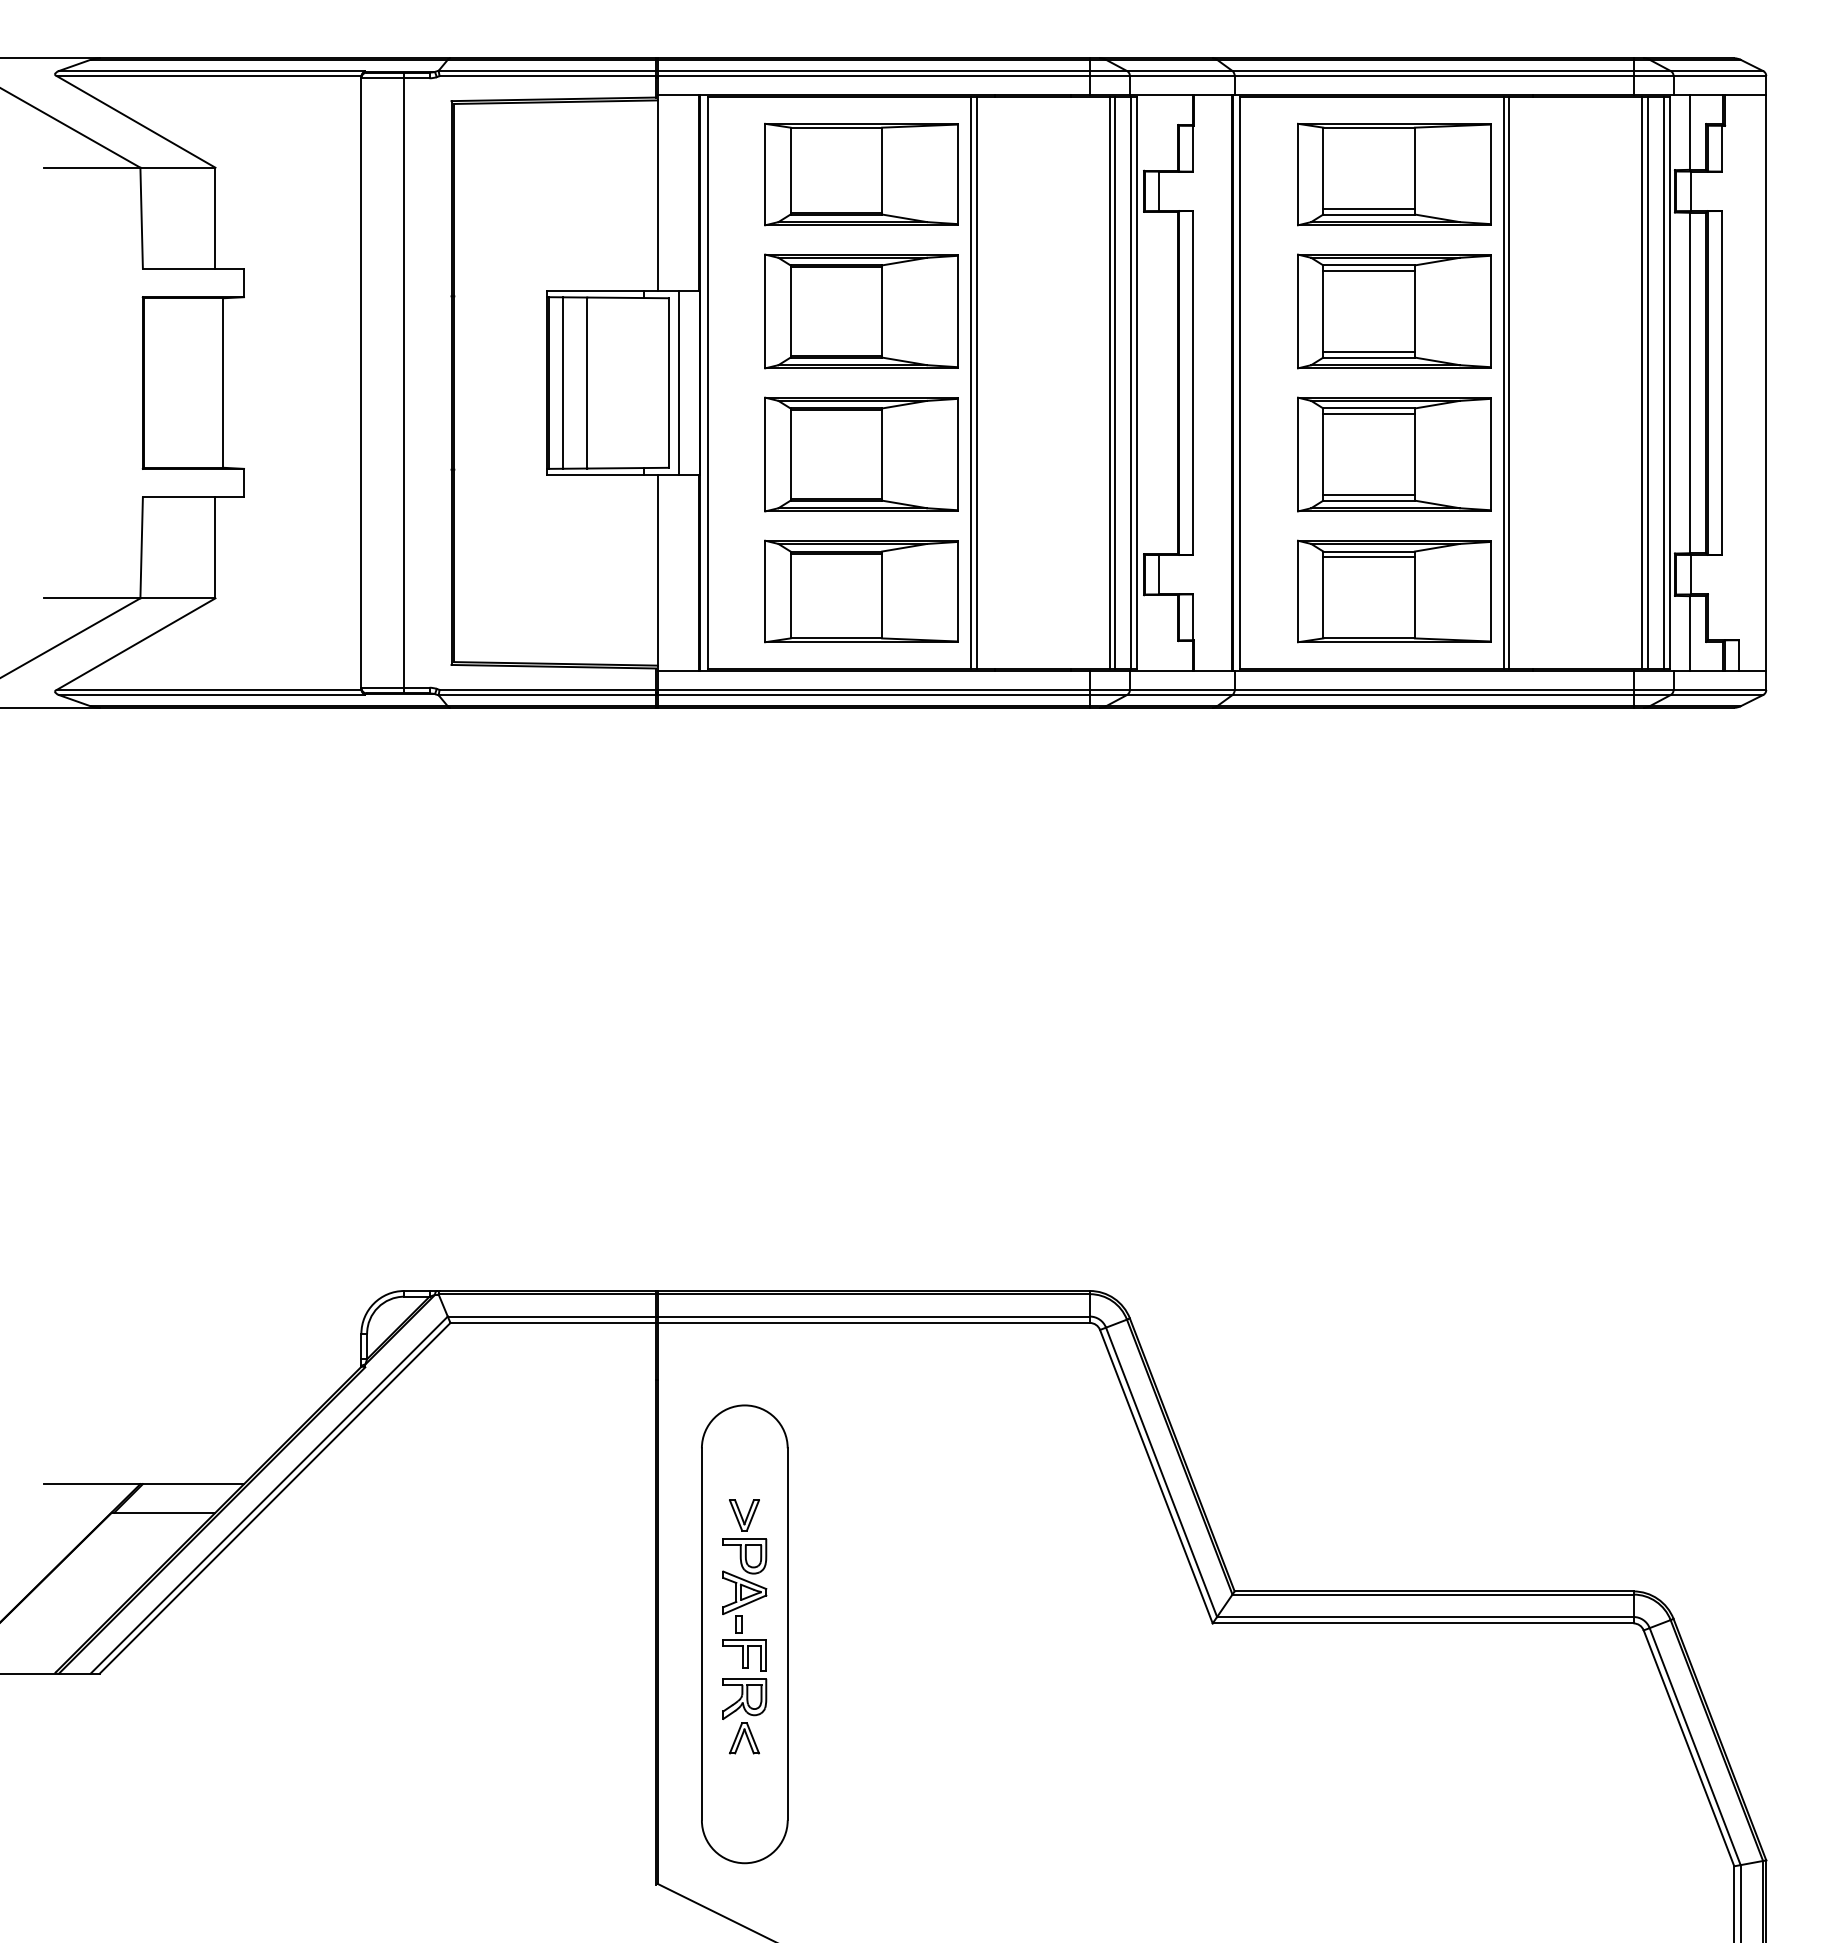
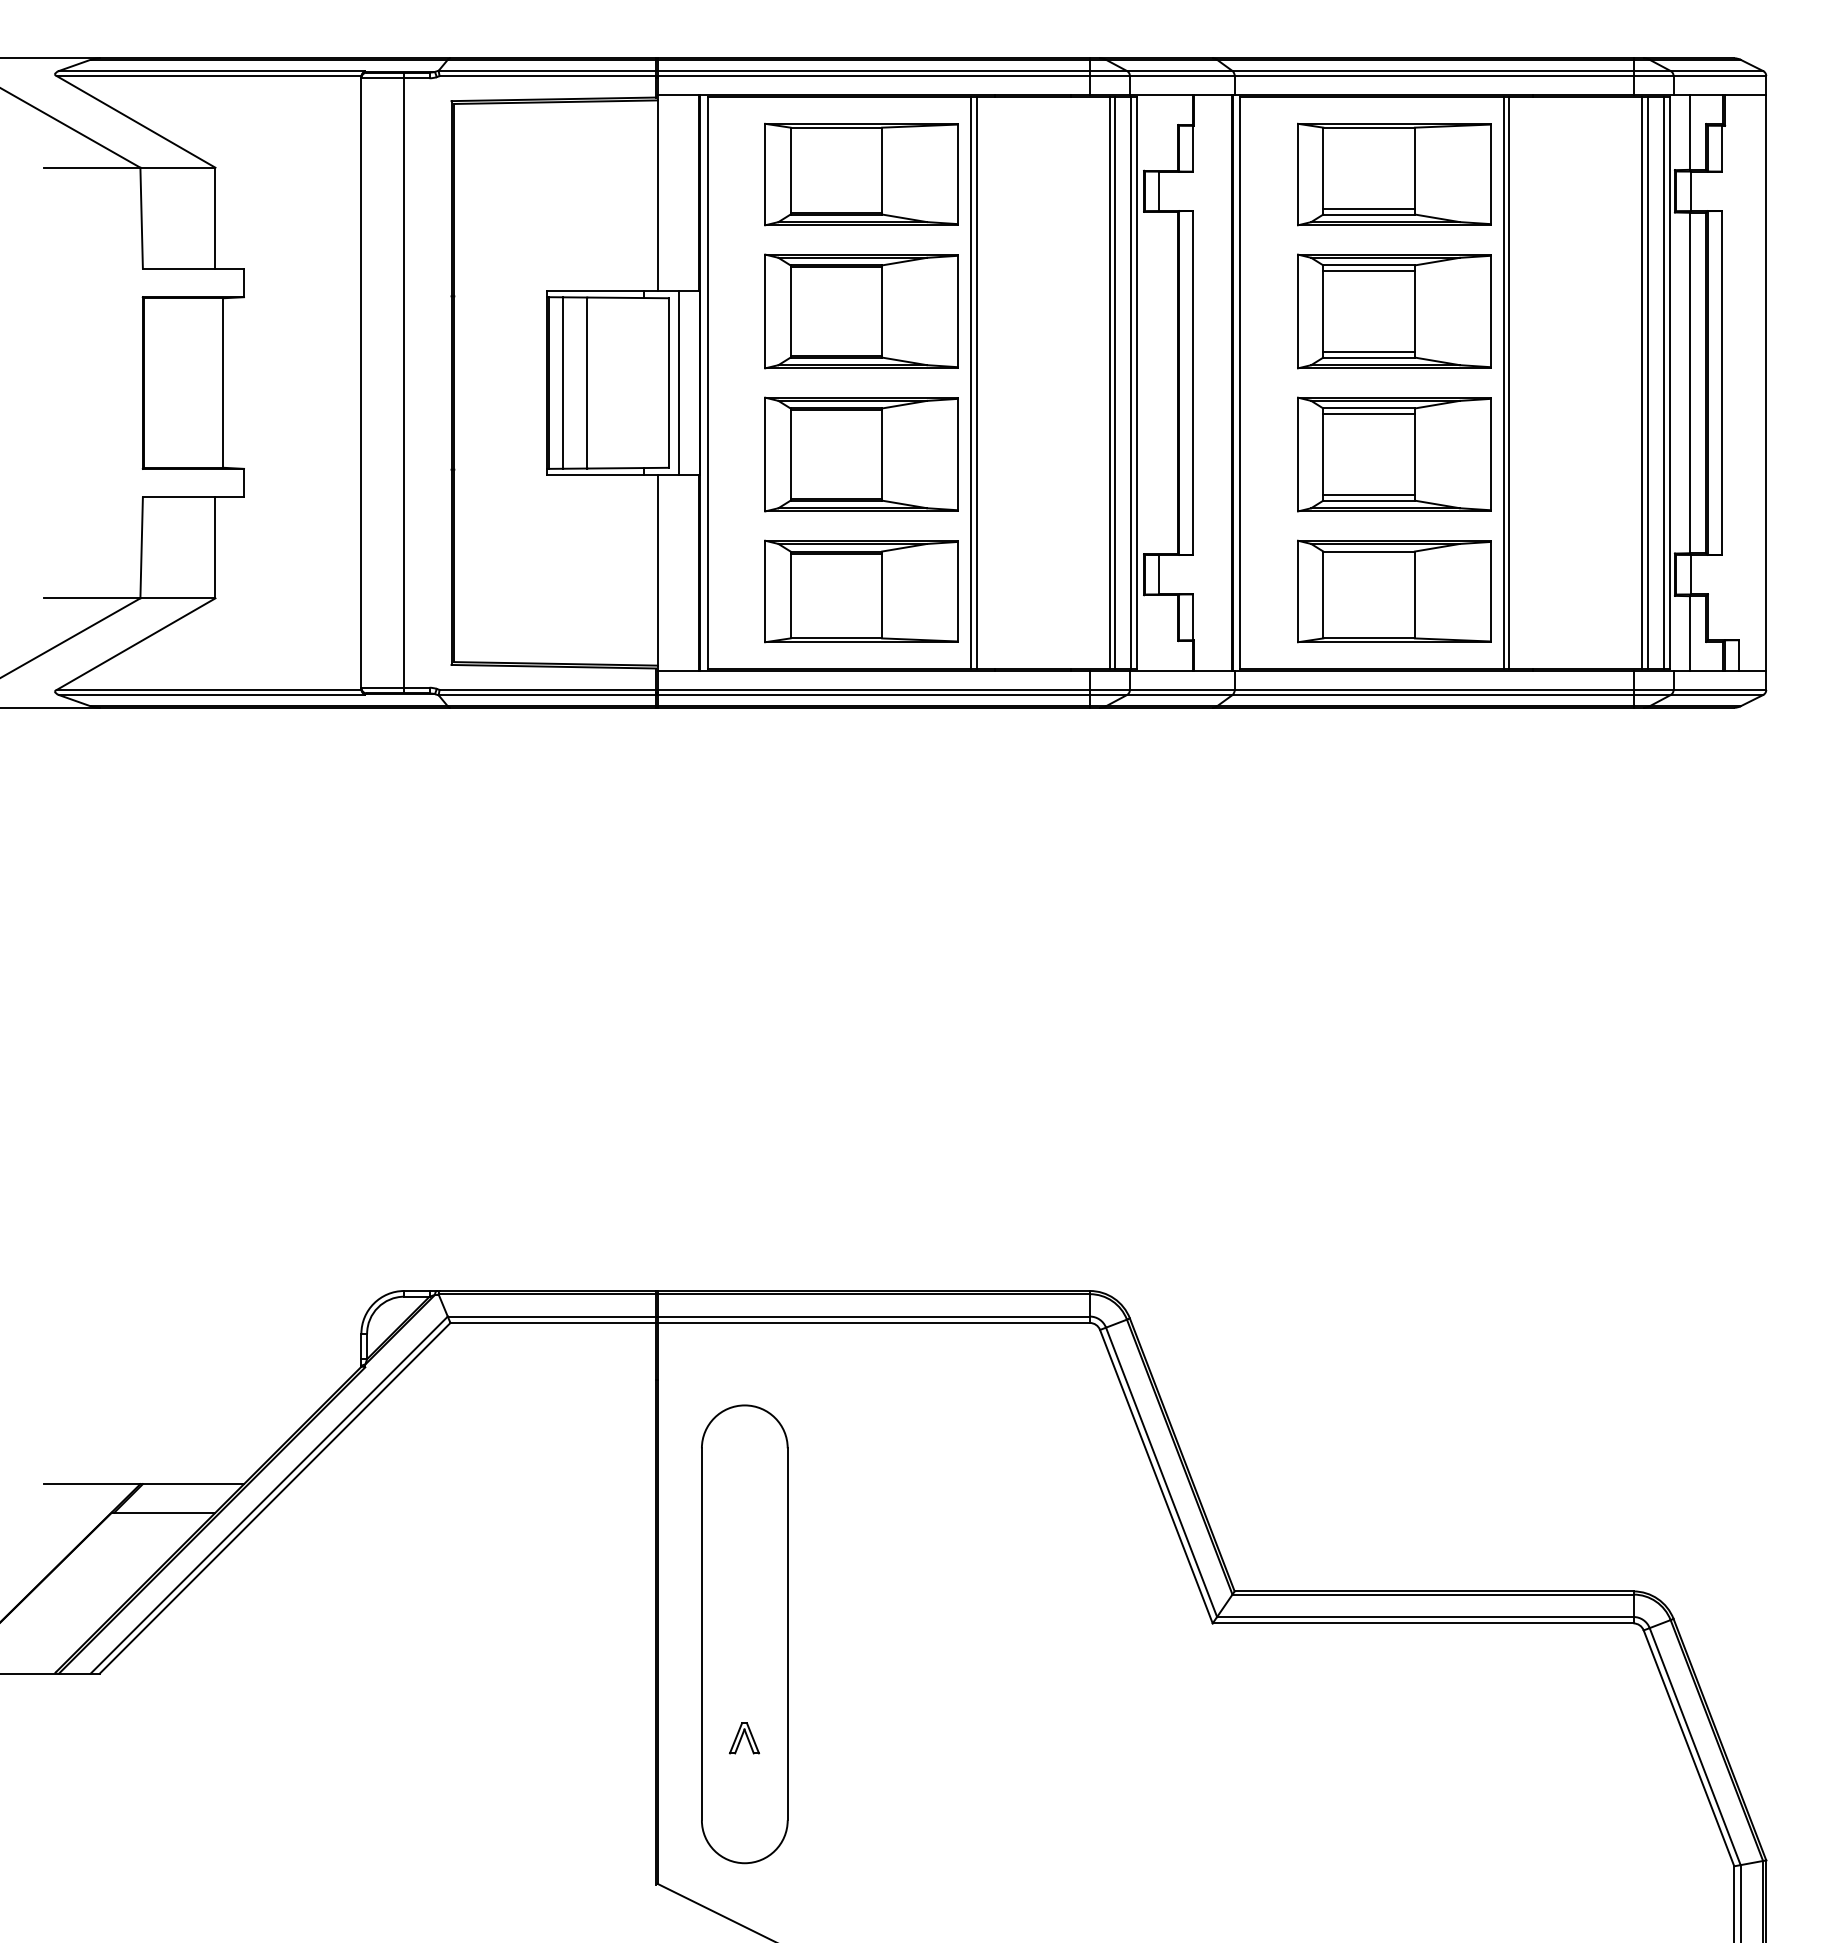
line at (1368, 556): present -> none
part at (744, 1609): present -> none
